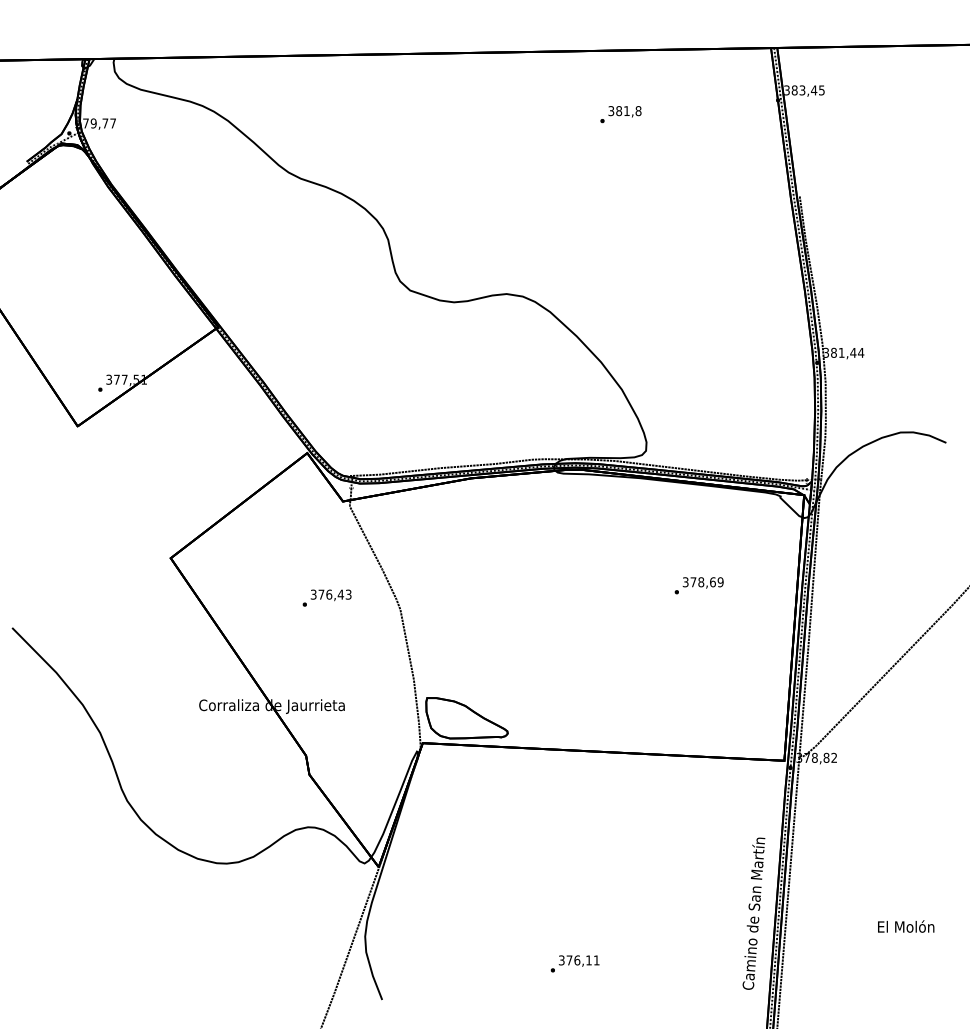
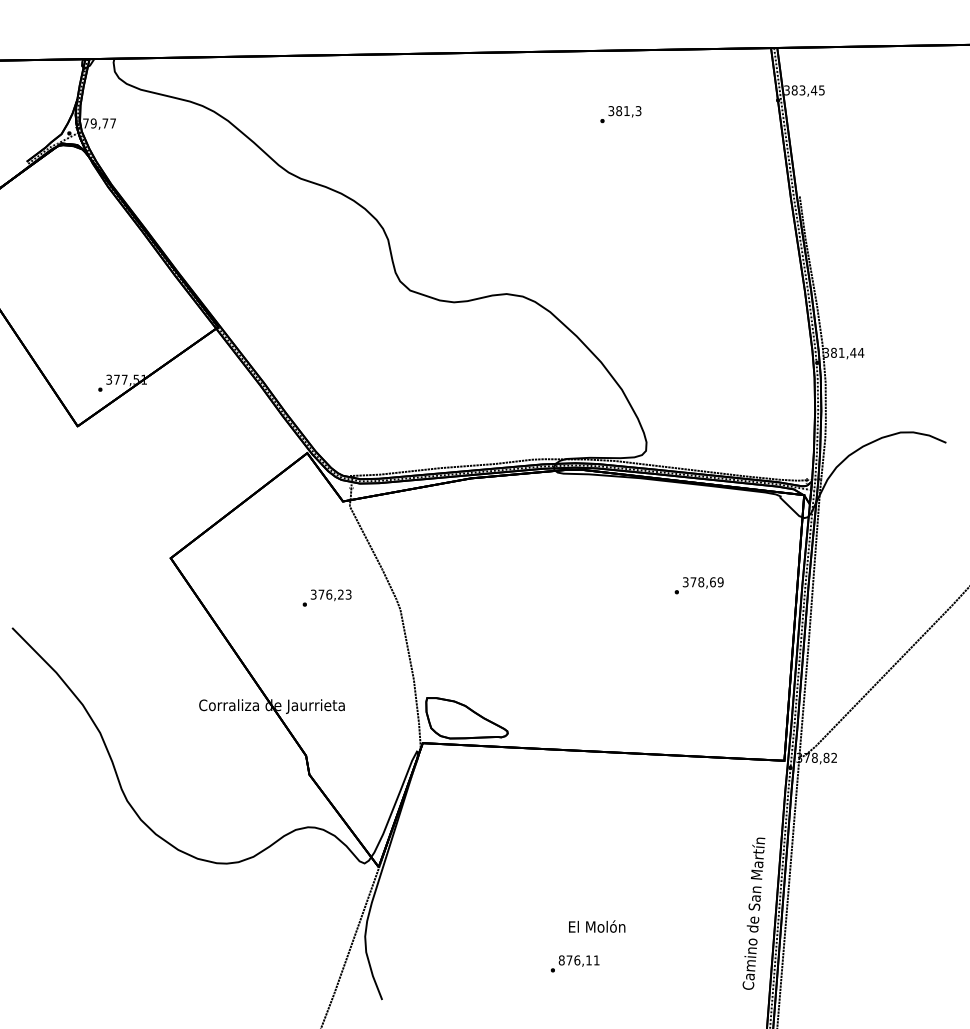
text at (638, 111): 381,8 -> 381,3
text at (340, 594): 376,43 -> 376,23
text at (906, 926) position: (906, 926) -> (597, 926)
text at (561, 960): 376,11 -> 876,11
